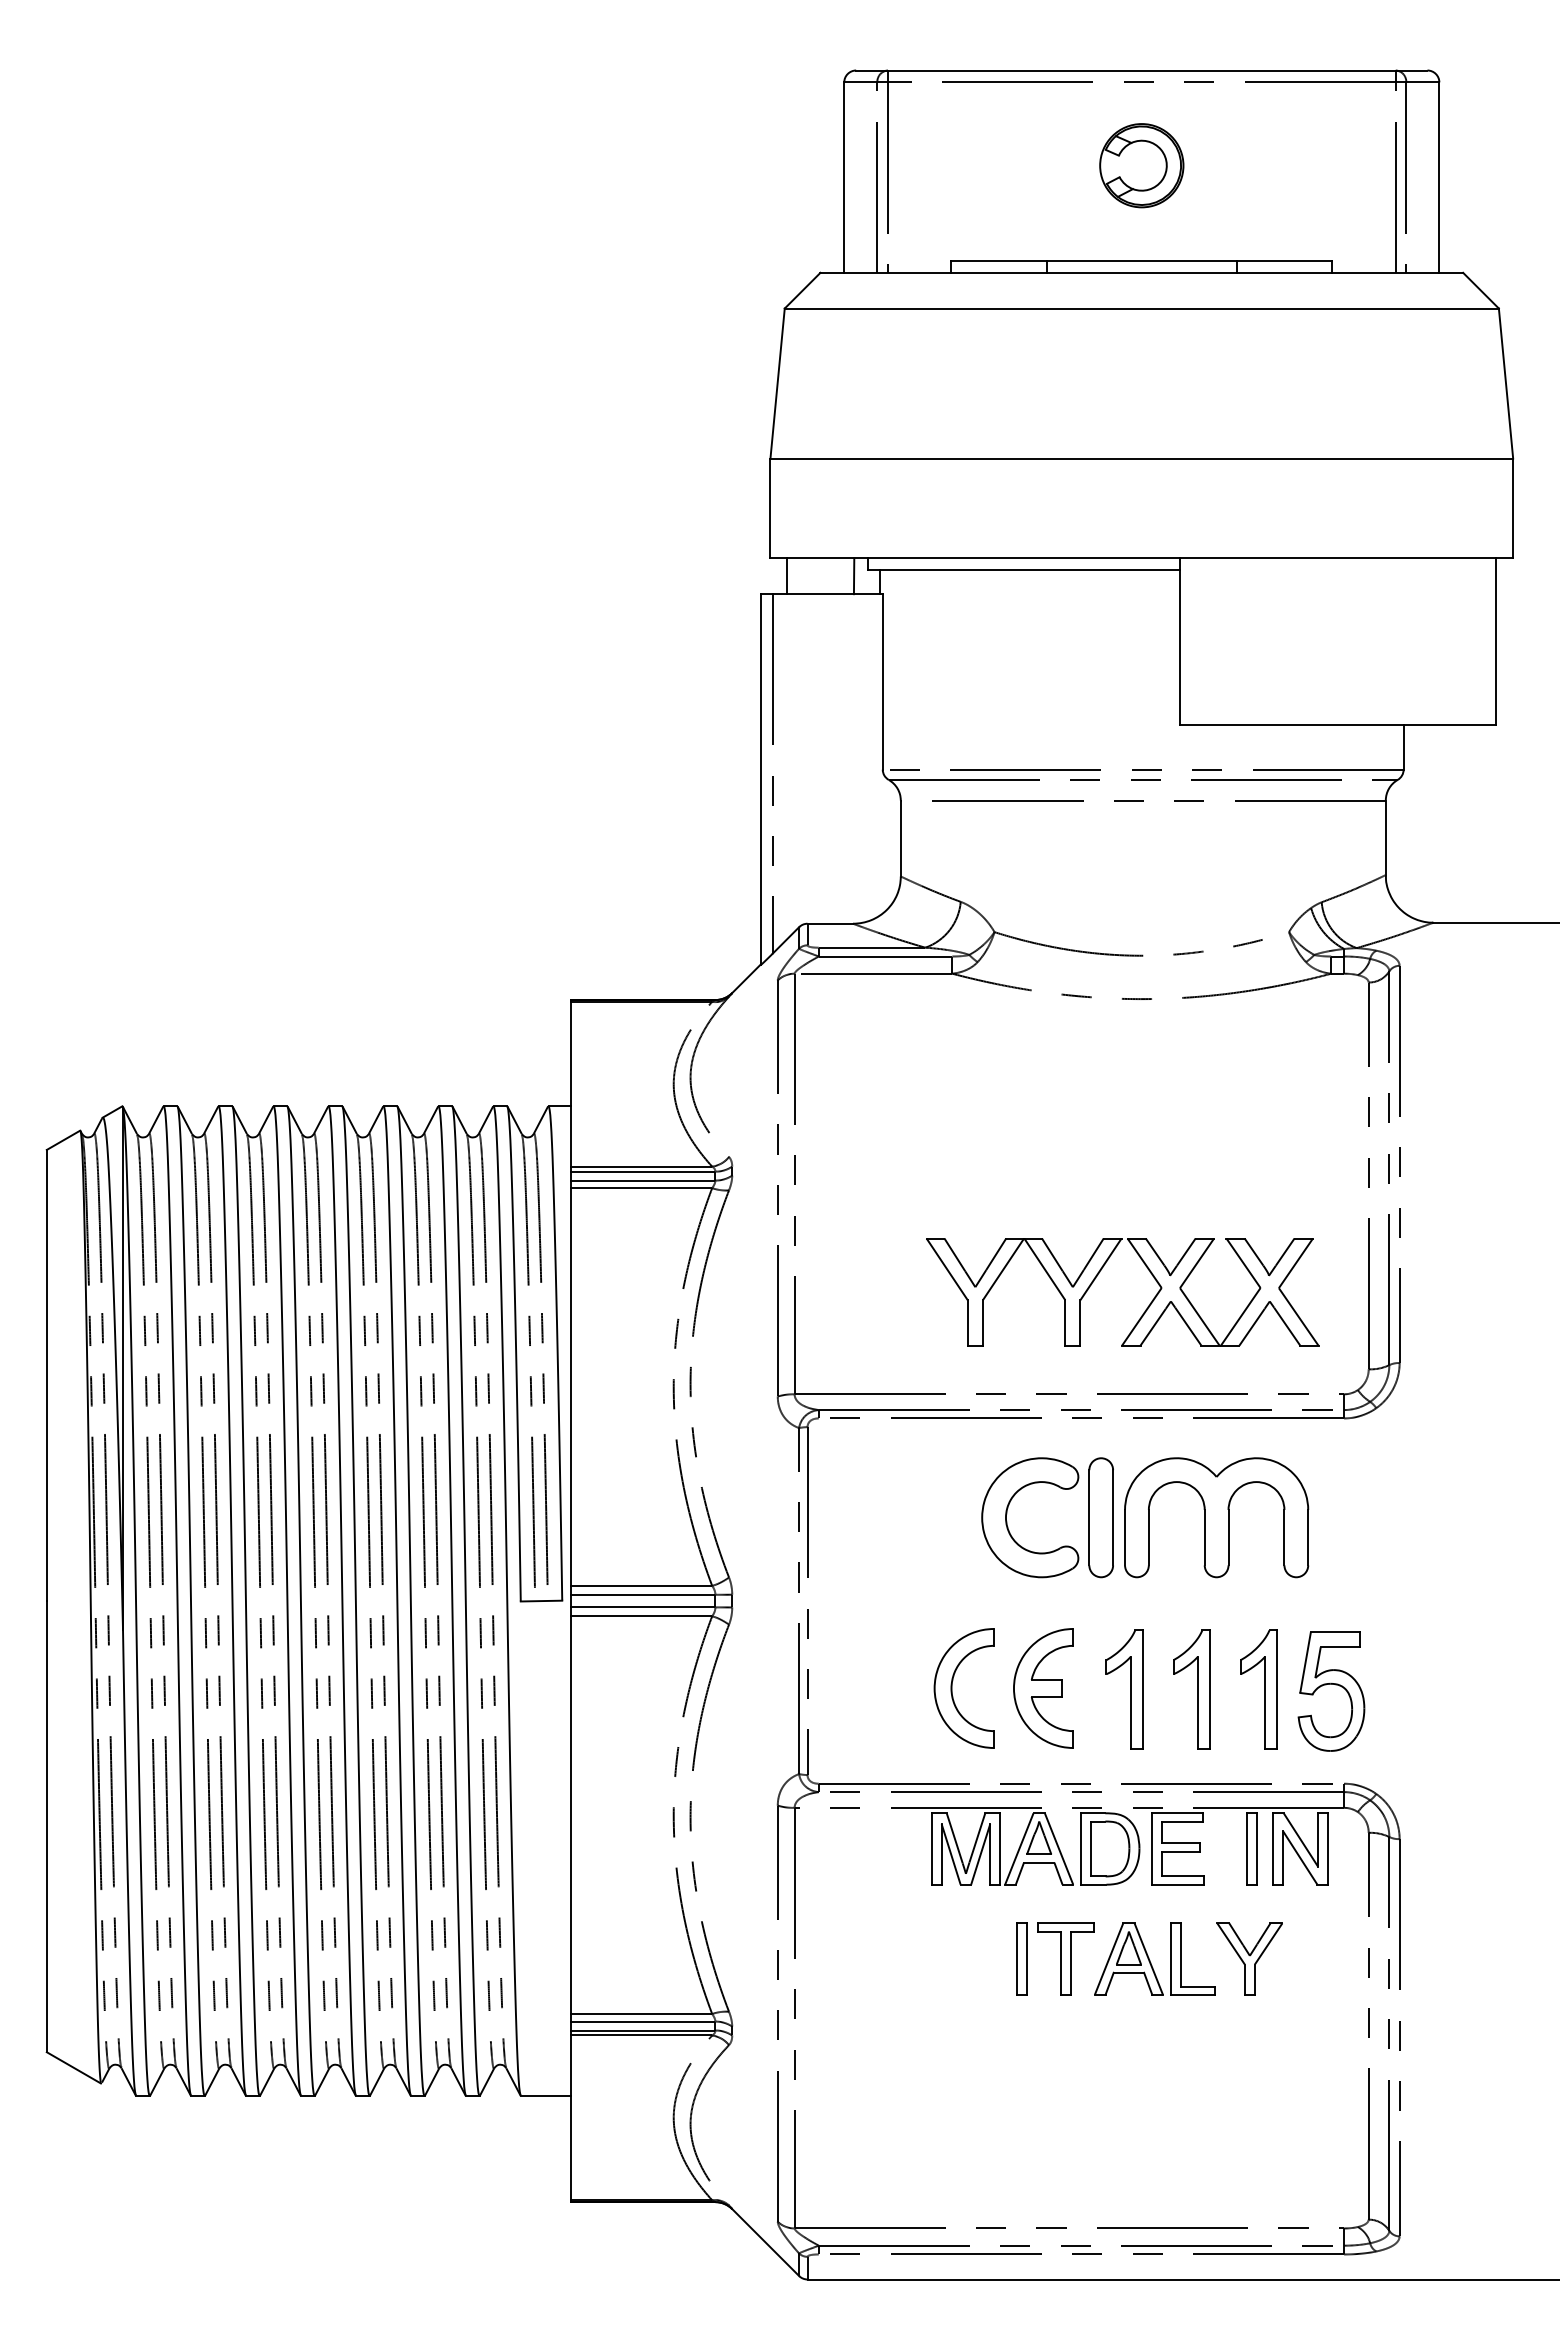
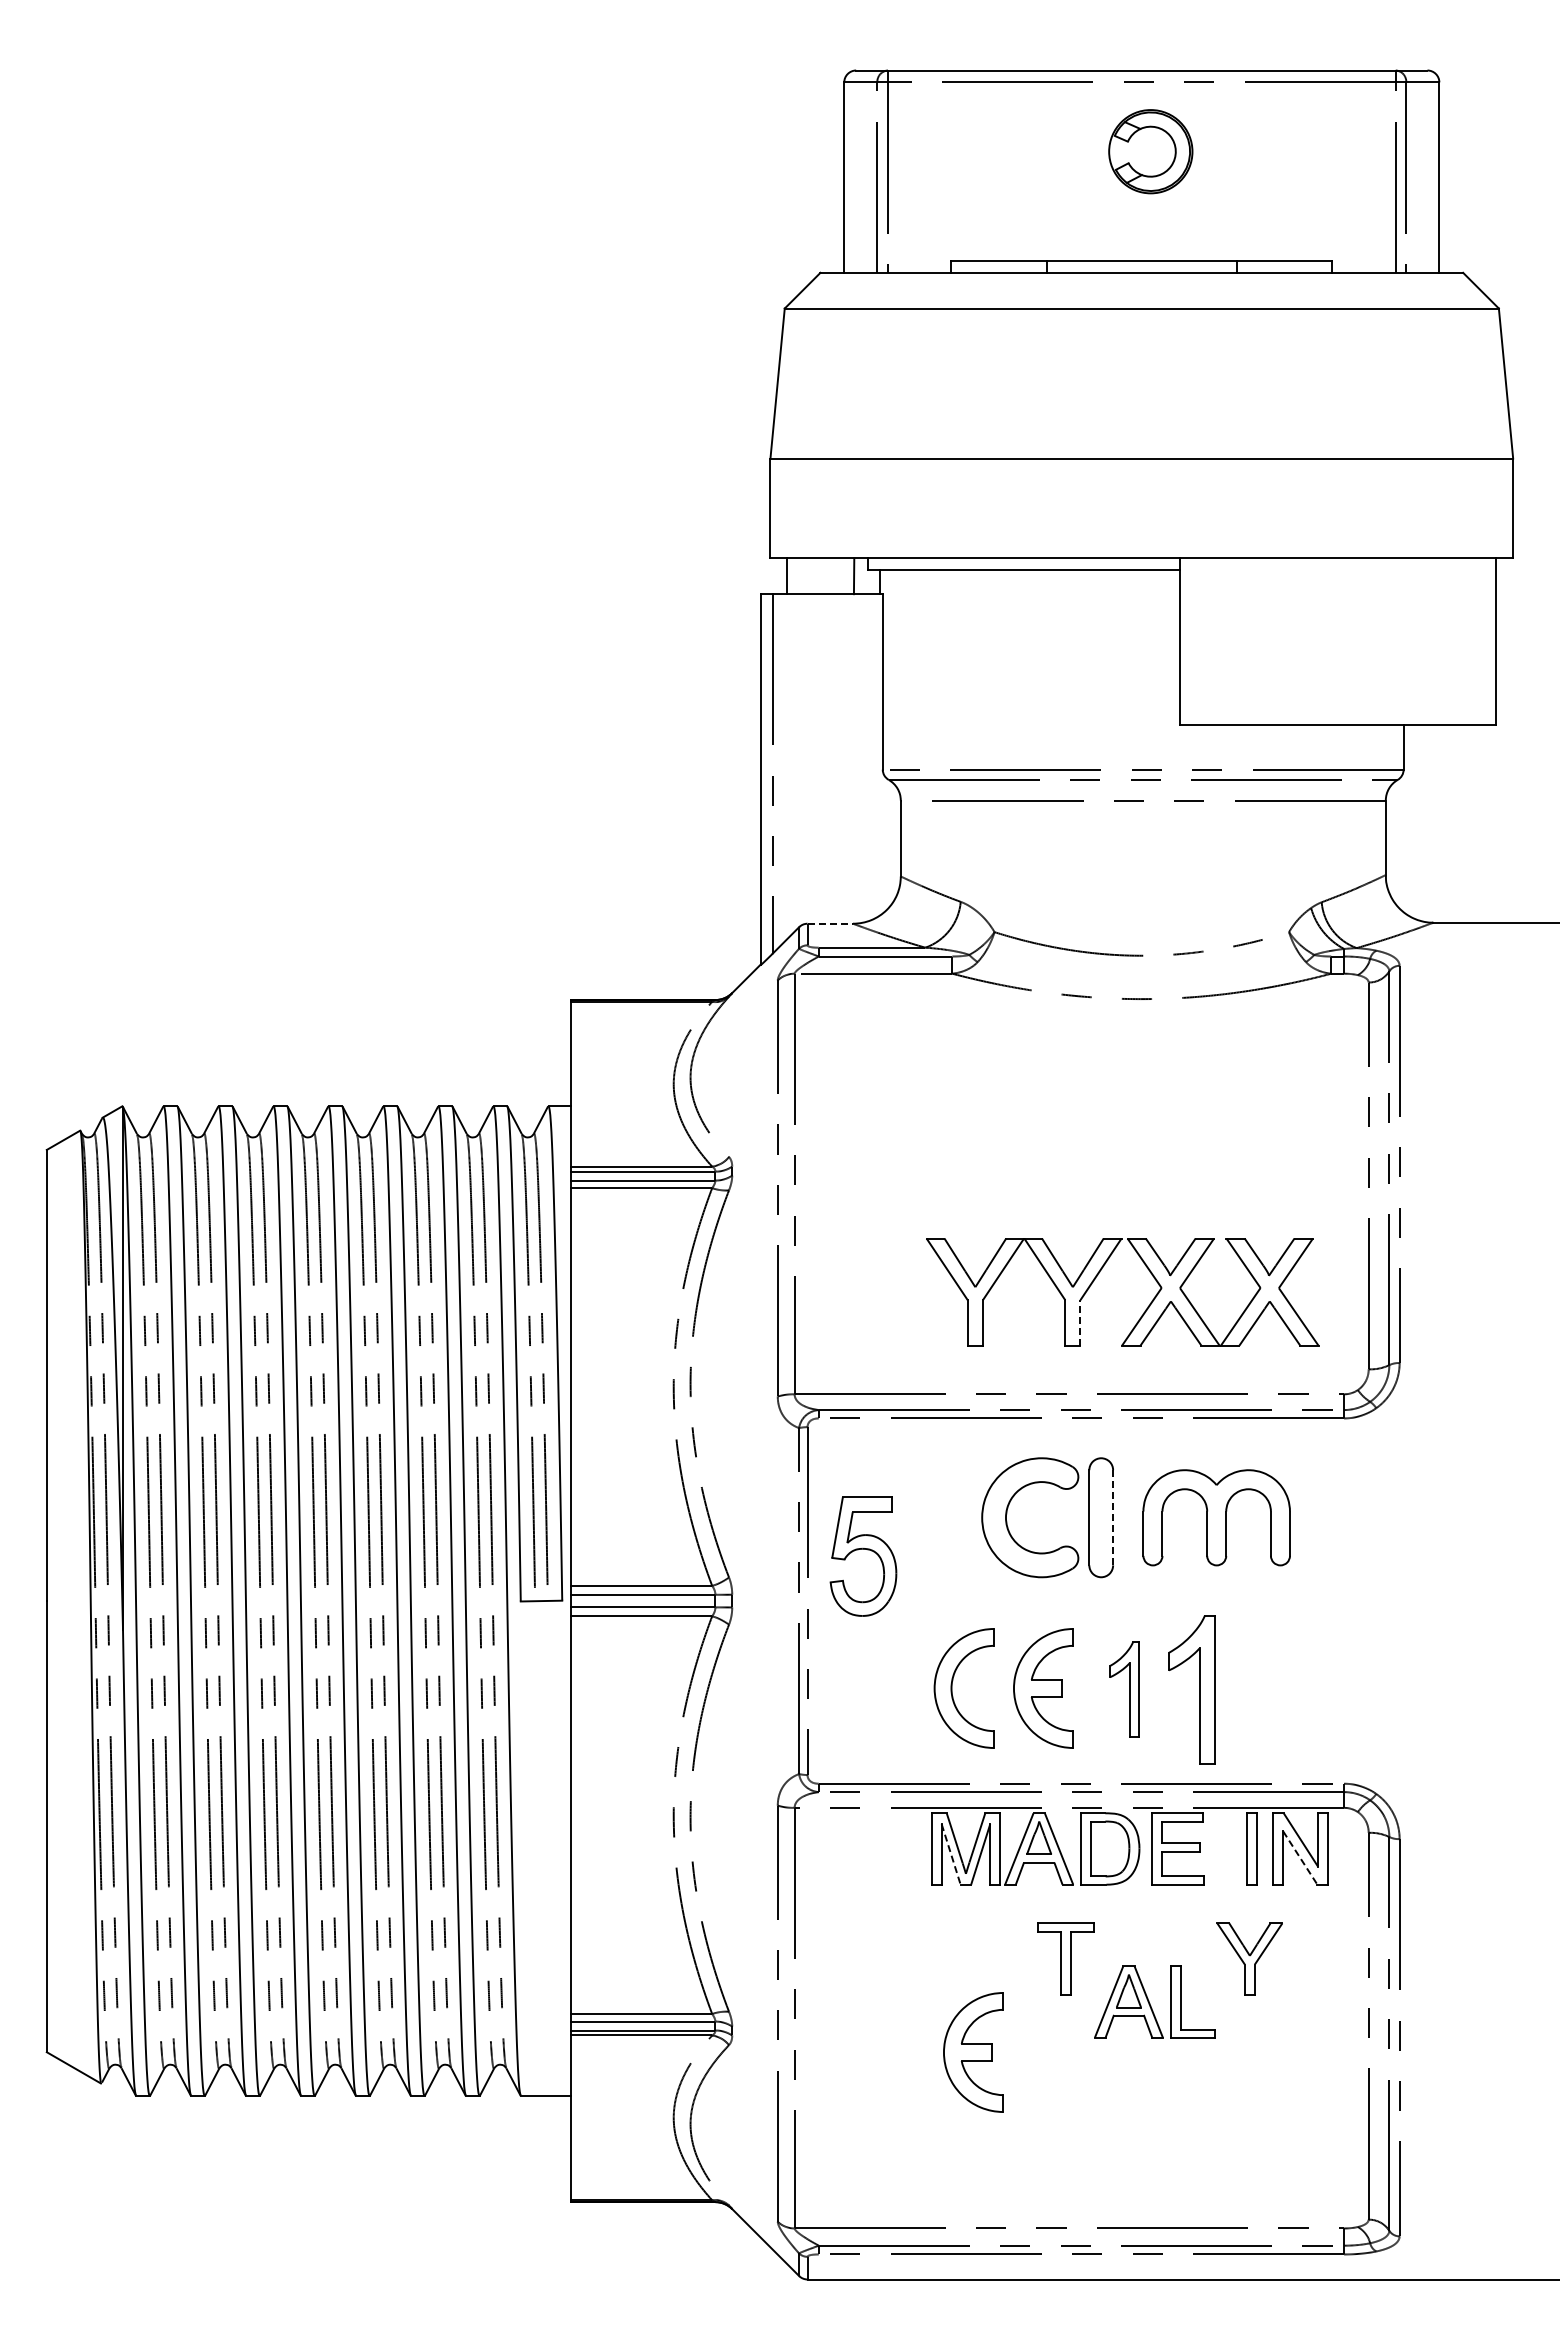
part at (1141, 165) position: (1141, 165) -> (1150, 151)
line at (830, 923): solid -> dashed
line at (1080, 1322): solid -> dashed
line at (1113, 1517): solid -> dashed
part at (1216, 1517) size: 186x122 px -> 149x98 px
part at (1331, 1684) position: (1331, 1684) -> (863, 1549)
part at (1124, 1689) size: 39x121 px -> 31x97 px
part at (1191, 1689) size: 38x121 px -> 48x150 px
part at (1258, 1689): present -> none
line at (951, 1854): solid -> dashed
line at (1300, 1858): solid -> dashed
part at (1021, 1958): present -> none
part at (1154, 1958) position: (1154, 1958) -> (1154, 2001)
part at (973, 2052): none -> present
